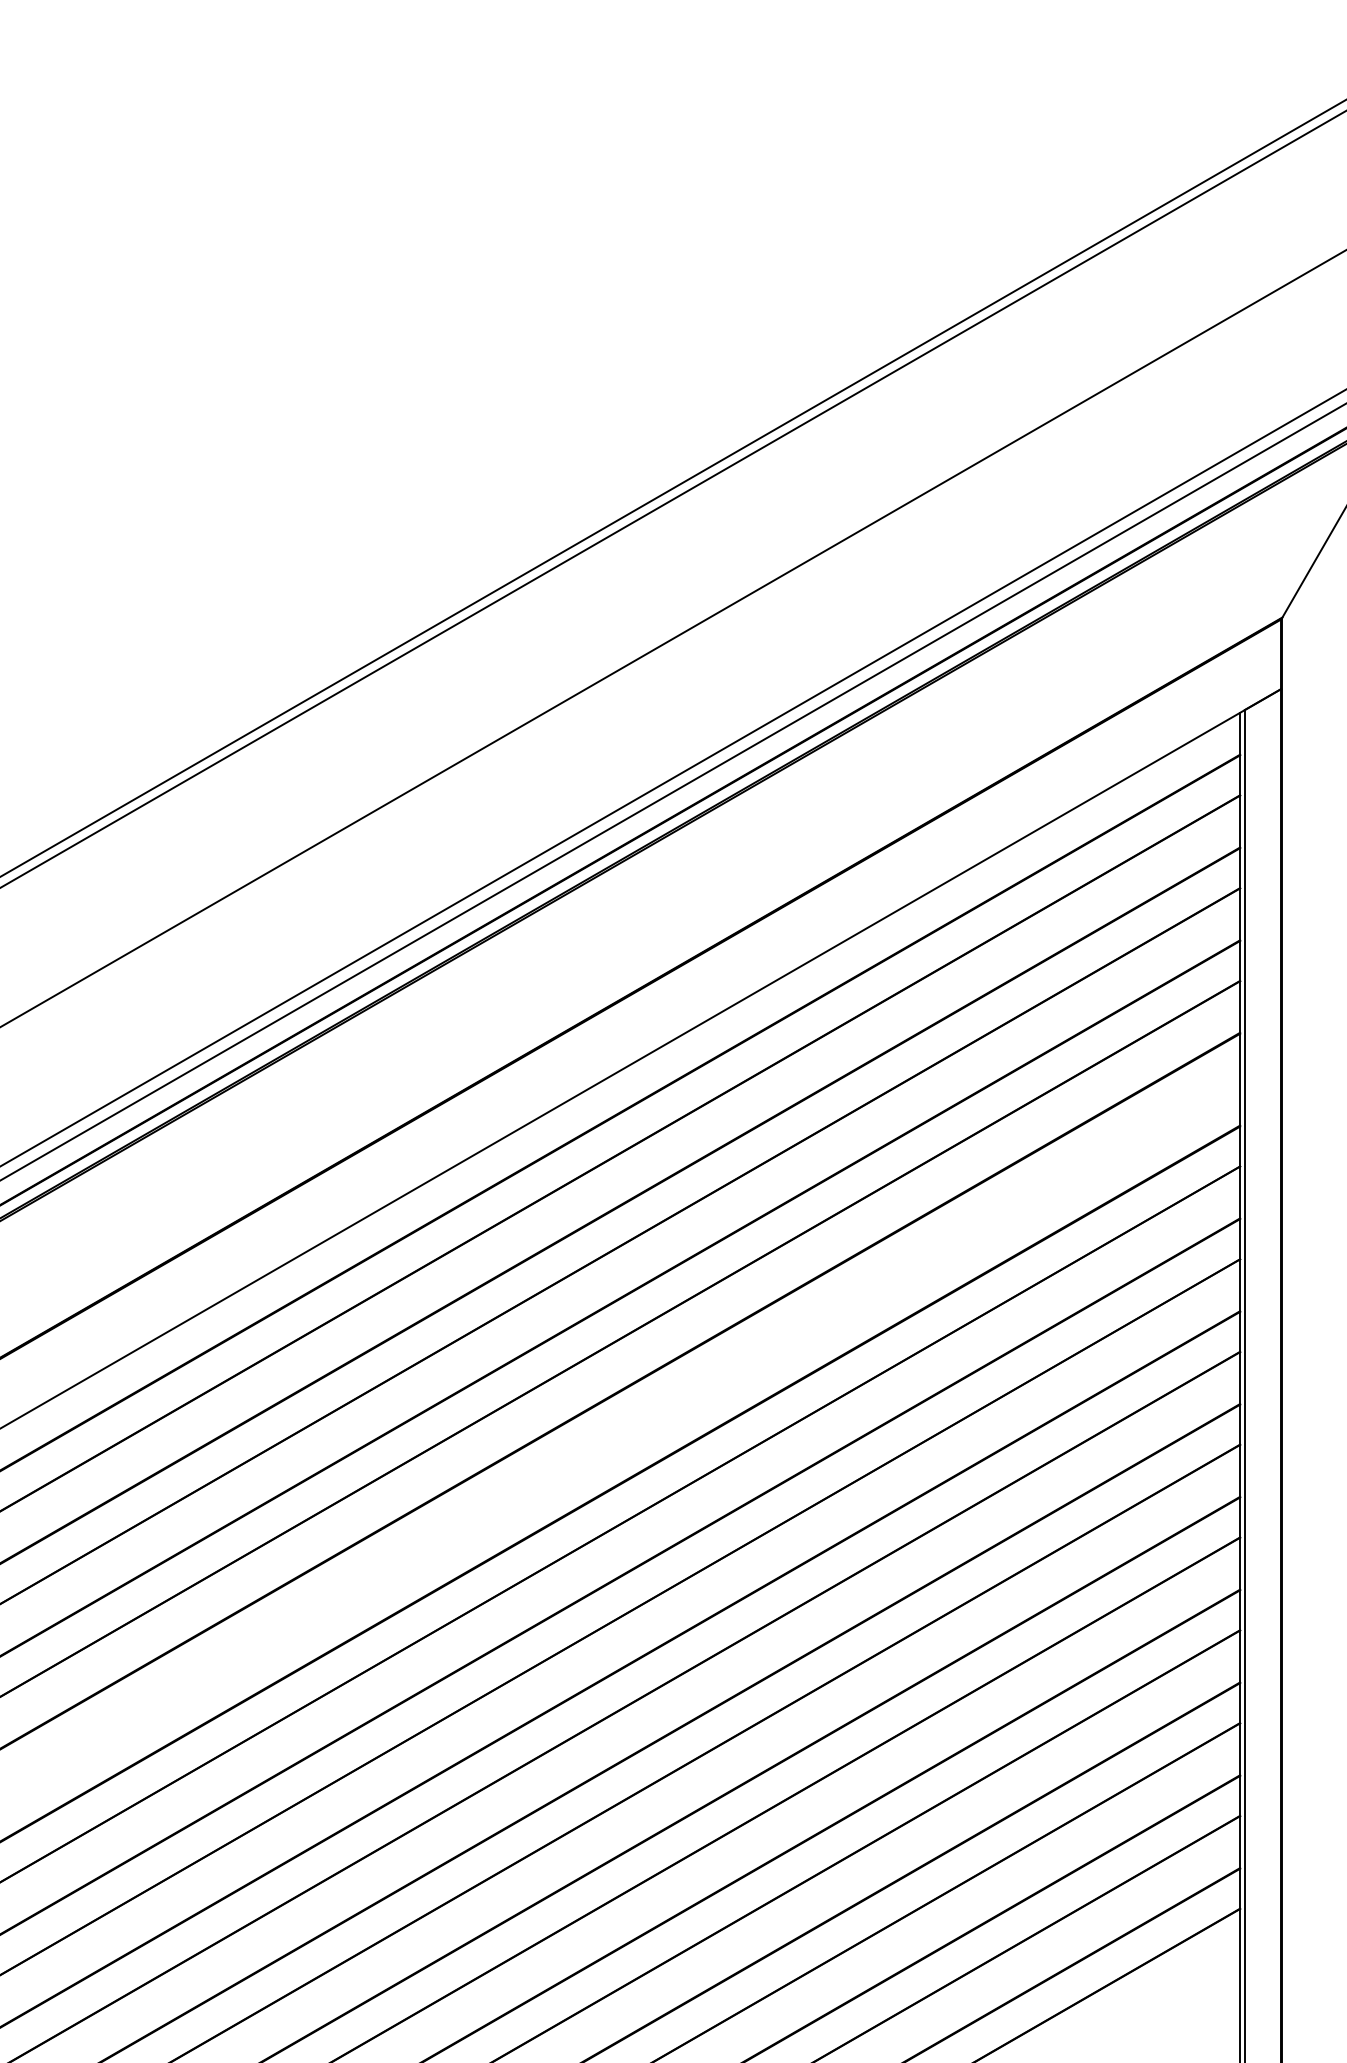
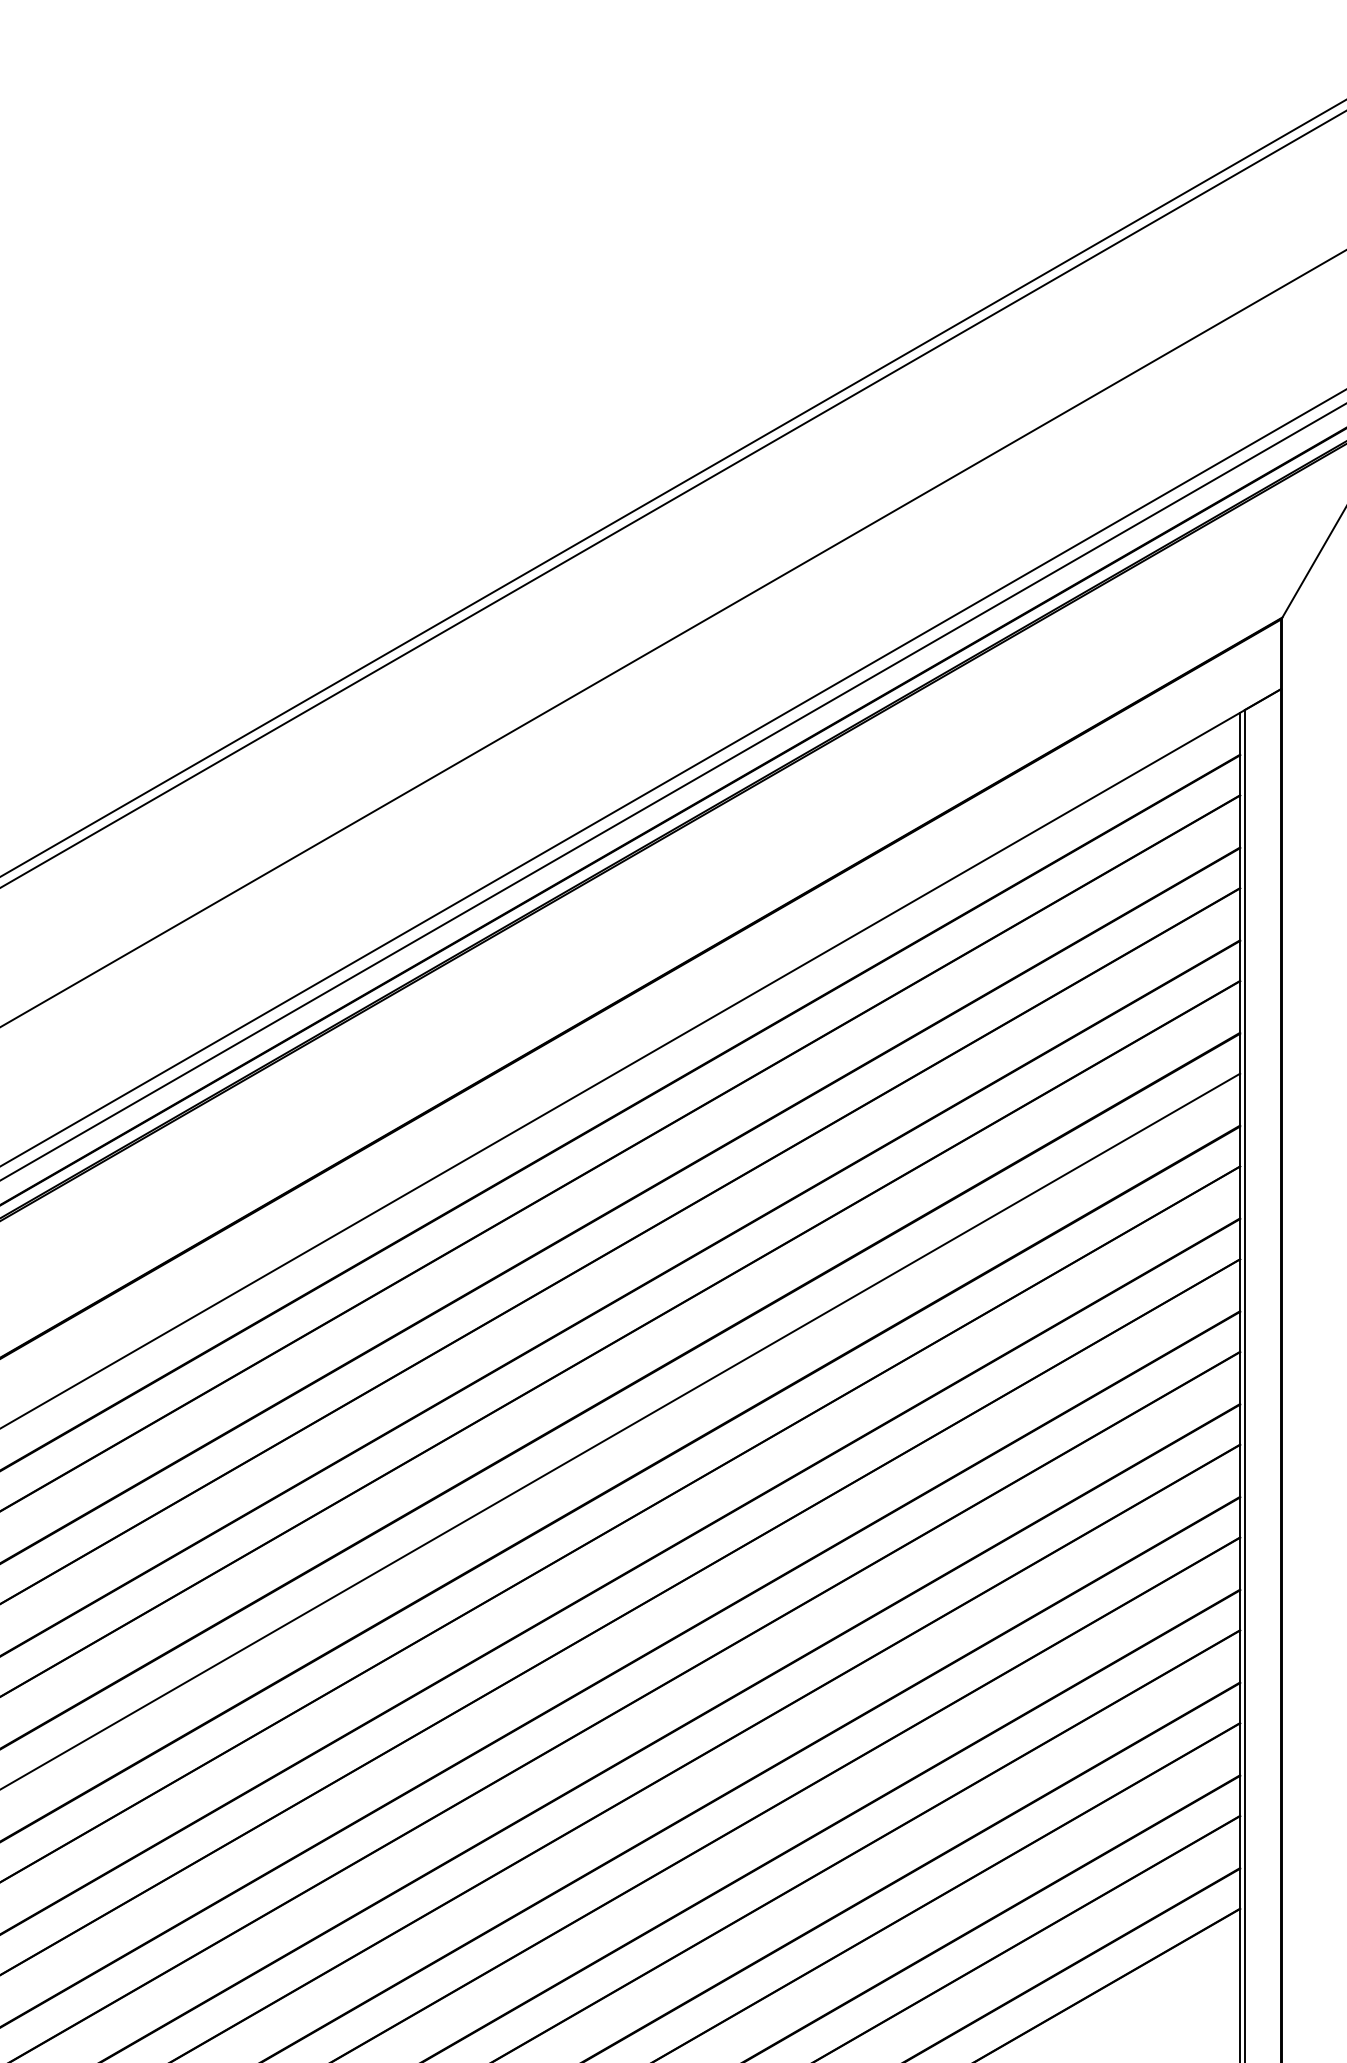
line at (621, 1430): none -> present
